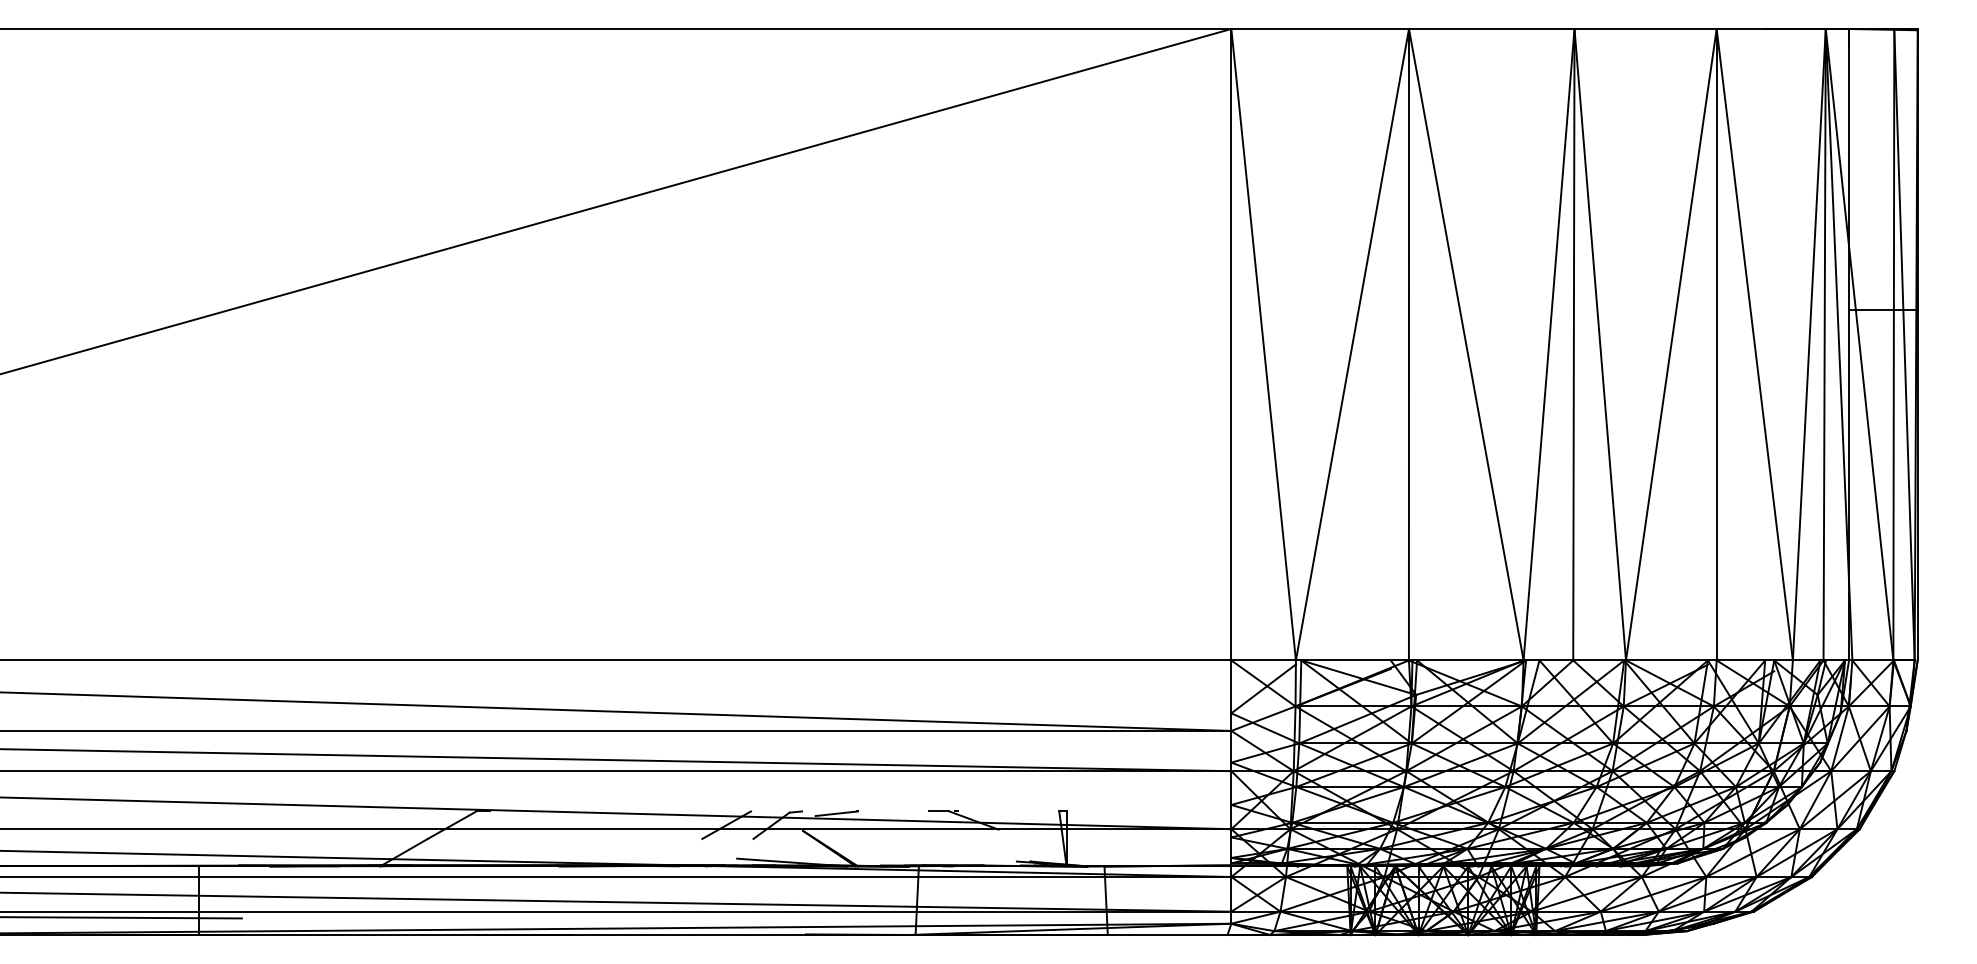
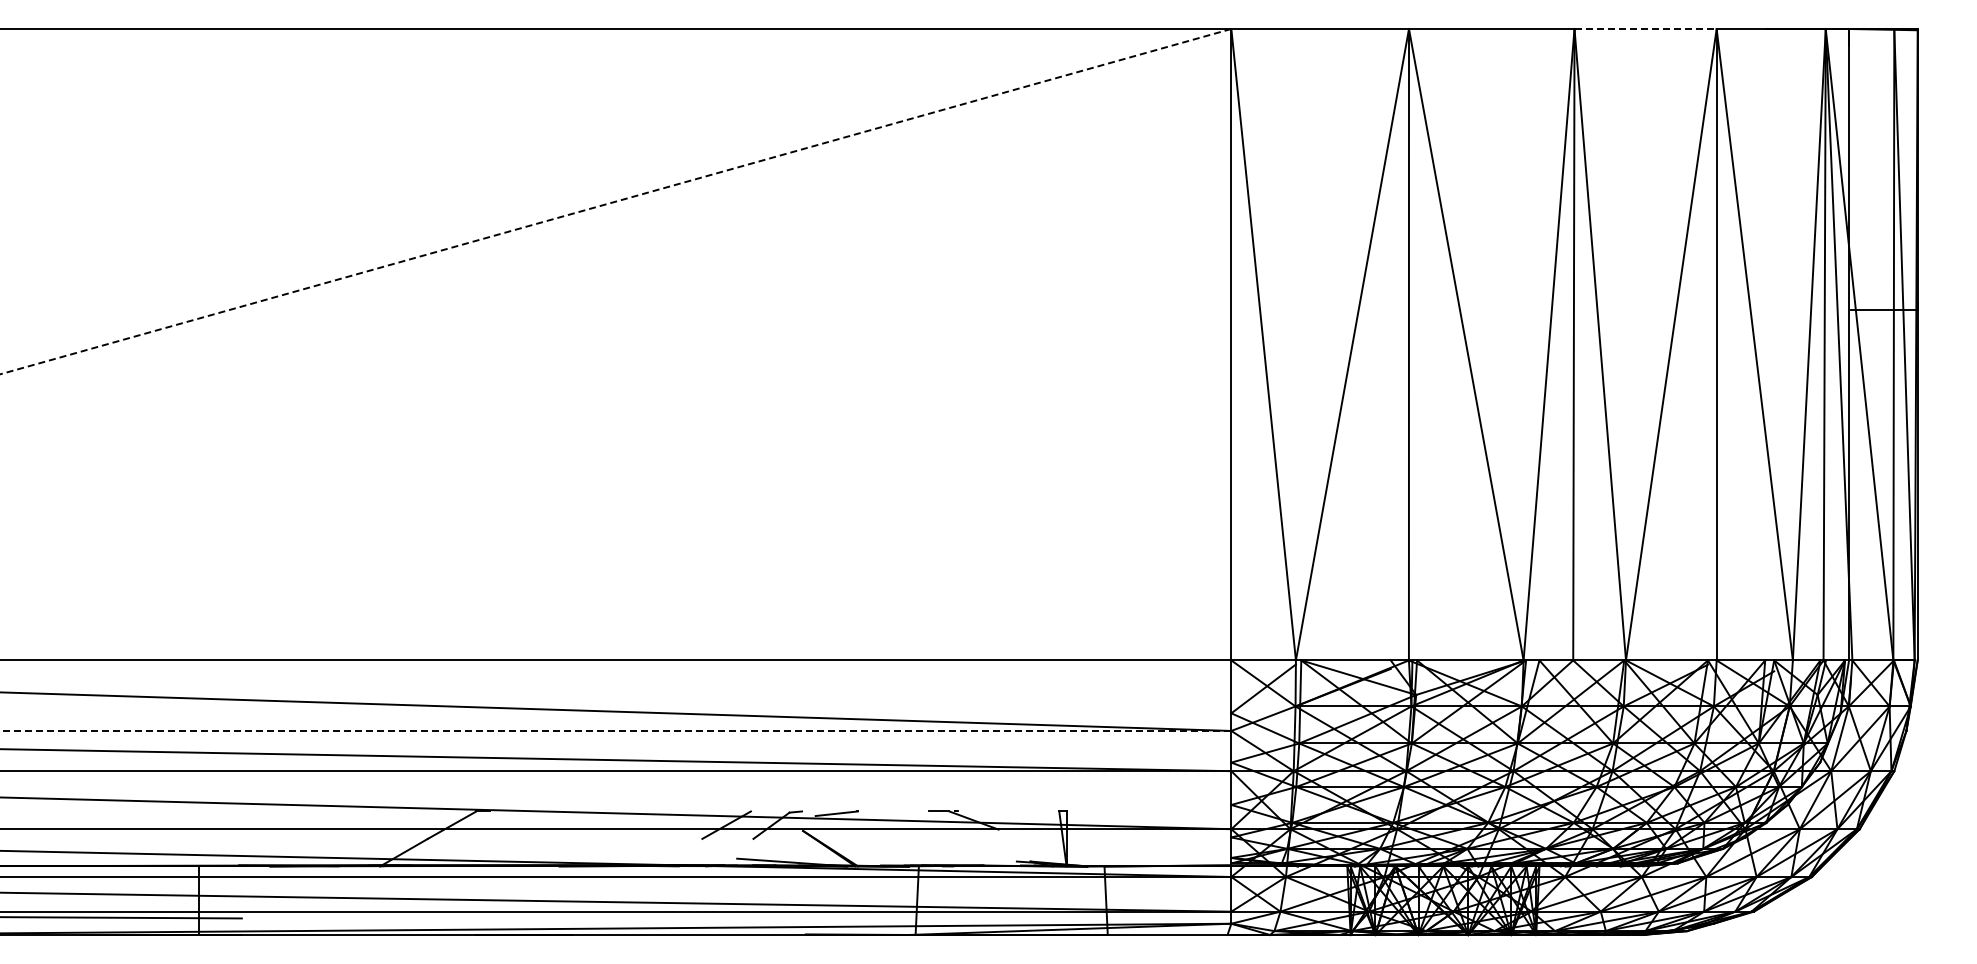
line at (1646, 29): solid -> dashed
line at (615, 201): solid -> dashed
line at (615, 730): solid -> dashed
